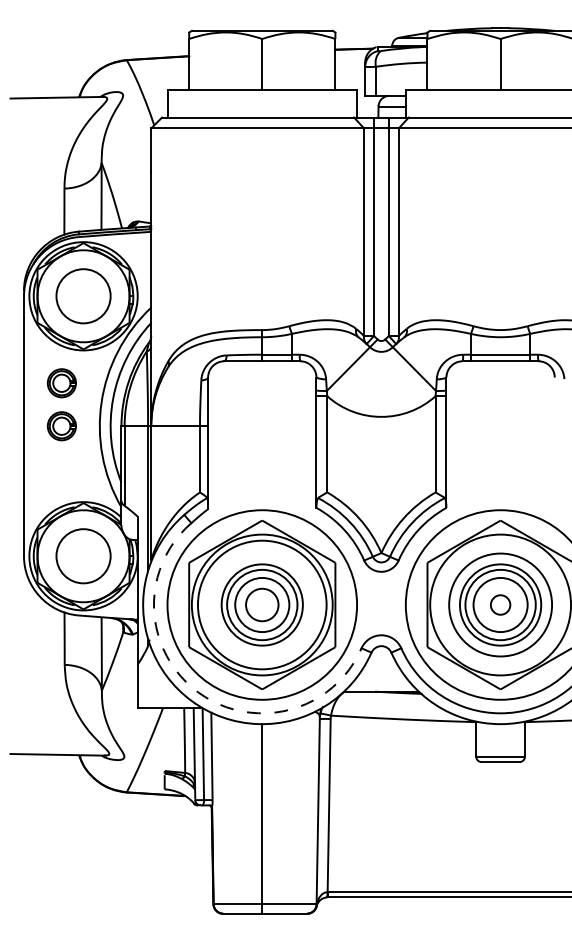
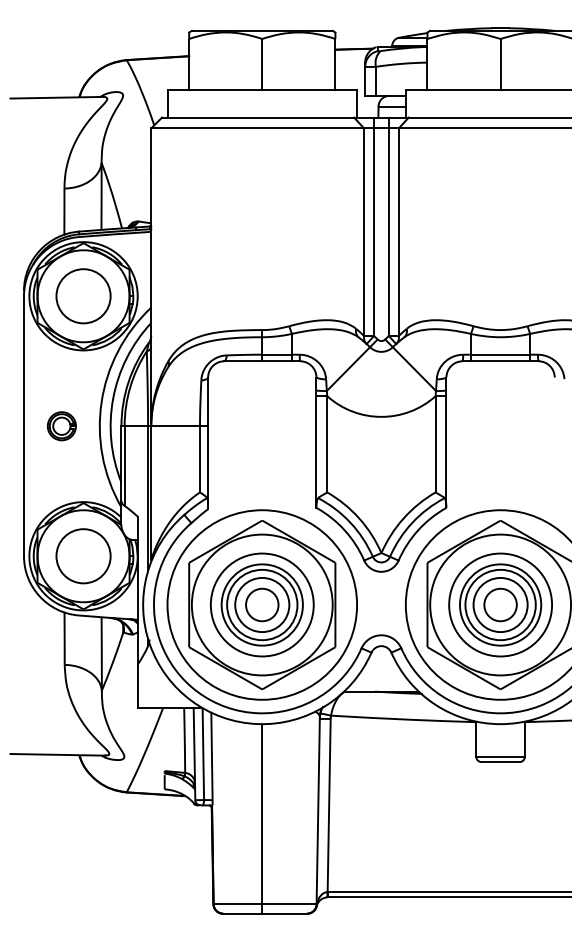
part at (61, 383): present -> none
circle at (261, 604) diameter: 129 px -> 103 px
circle at (500, 604) diameter: 19 px -> 32 px
arc at (198, 692): dashed -> solid
